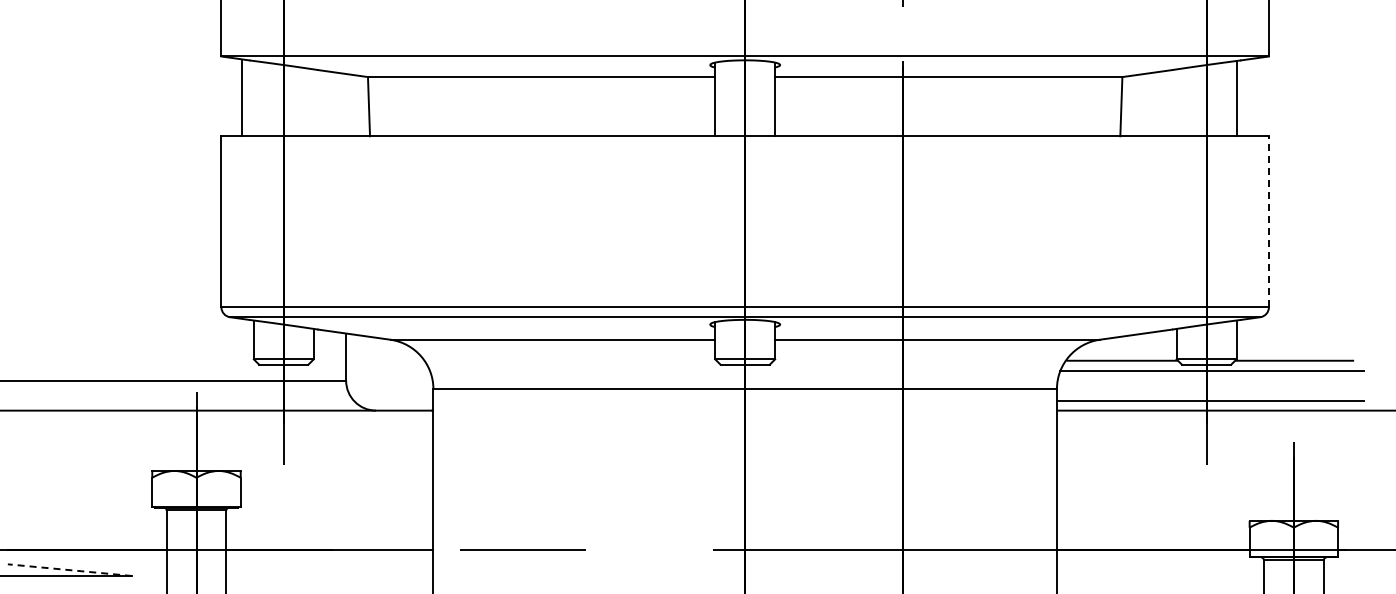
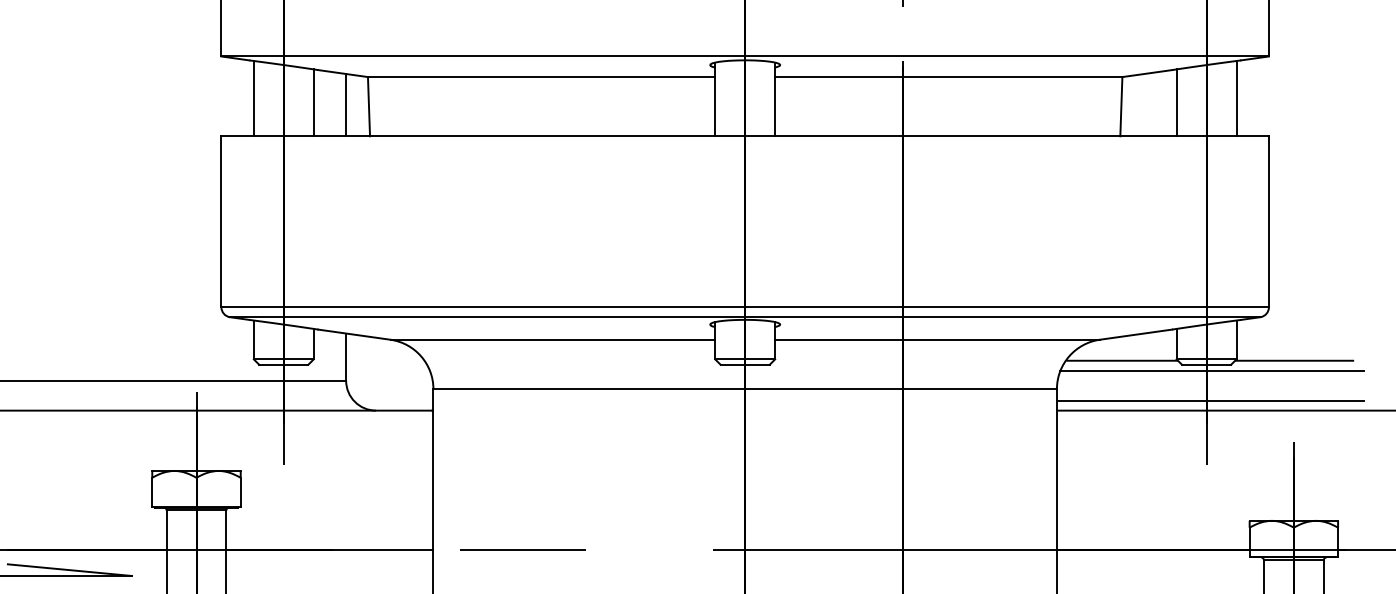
line at (241, 98) position: (241, 98) -> (253, 98)
line at (313, 102): none -> present
line at (1176, 102): none -> present
line at (346, 105): none -> present
line at (1268, 221): dashed -> solid
line at (69, 570): dashed -> solid
